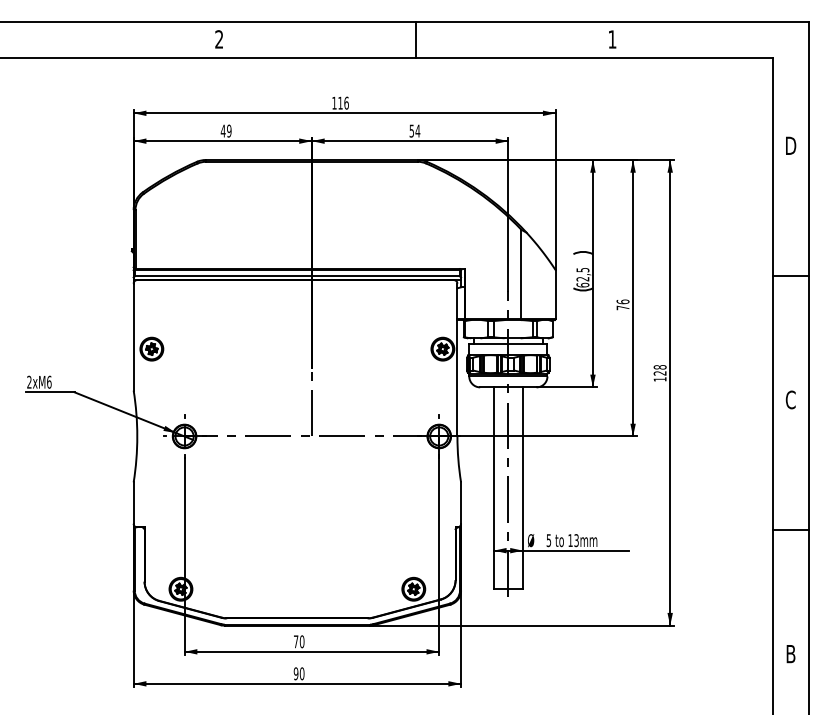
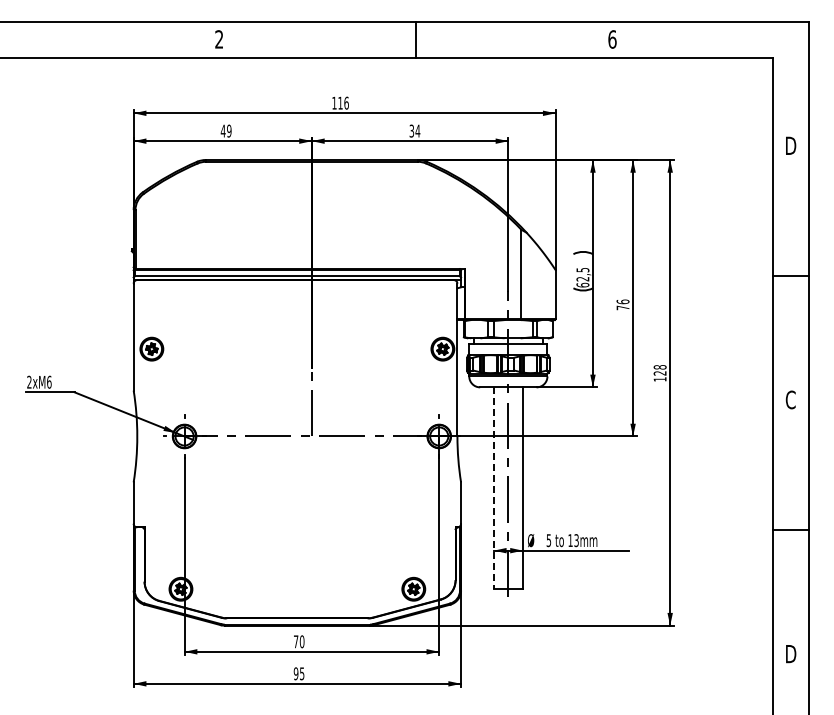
text at (612, 39): 1 -> 6
text at (411, 130): 54 -> 34
line at (493, 488): solid -> dashed
text at (791, 654): B -> D
text at (301, 673): 90 -> 95
